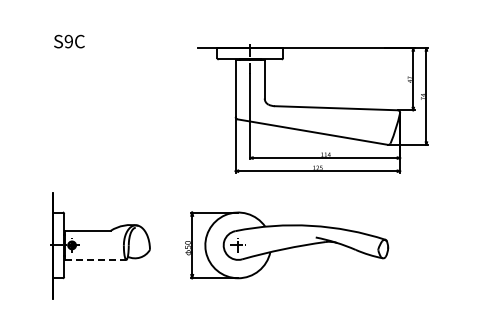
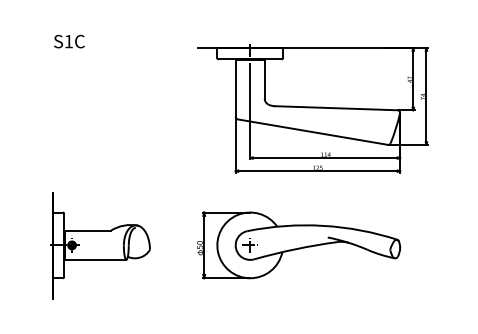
text at (68, 41): S9C -> S1C
part at (287, 245) position: (287, 245) -> (299, 245)
line at (95, 259): dashed -> solid
